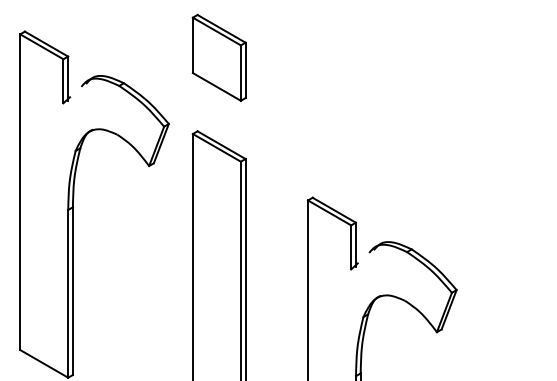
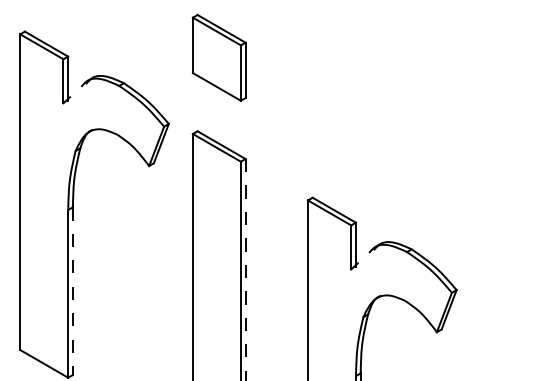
line at (245, 269): solid -> dashed
line at (72, 291): solid -> dashed
